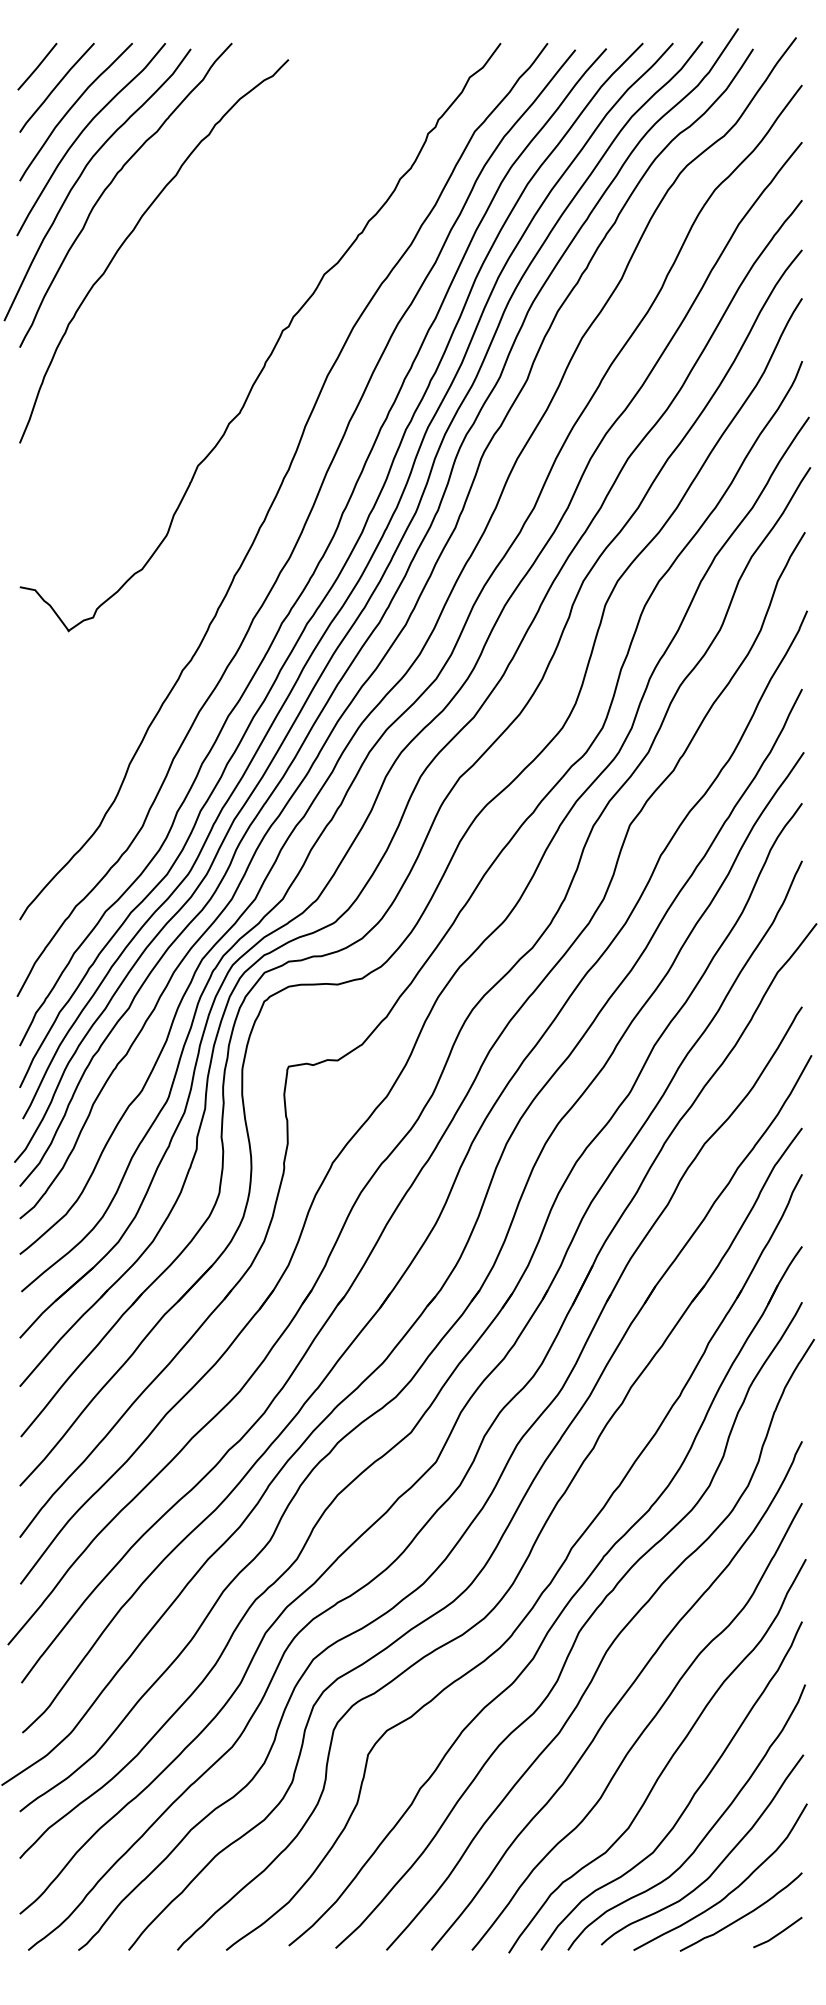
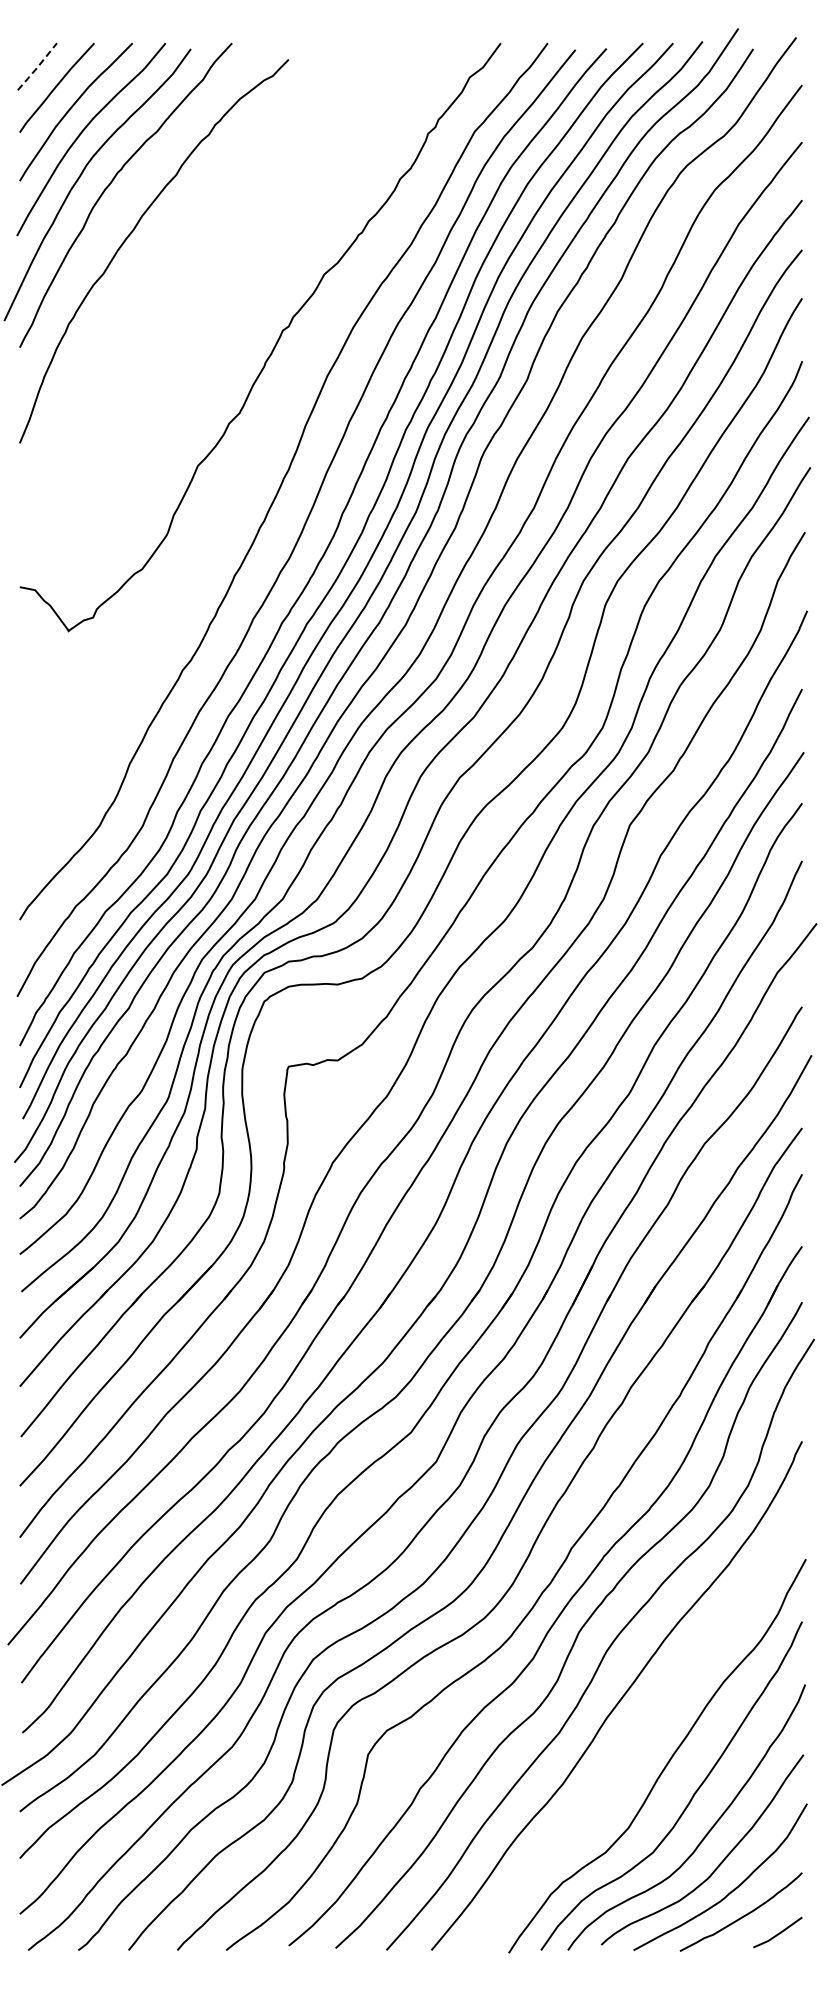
line at (37, 67): solid -> dashed
curve at (642, 1730): present -> none
